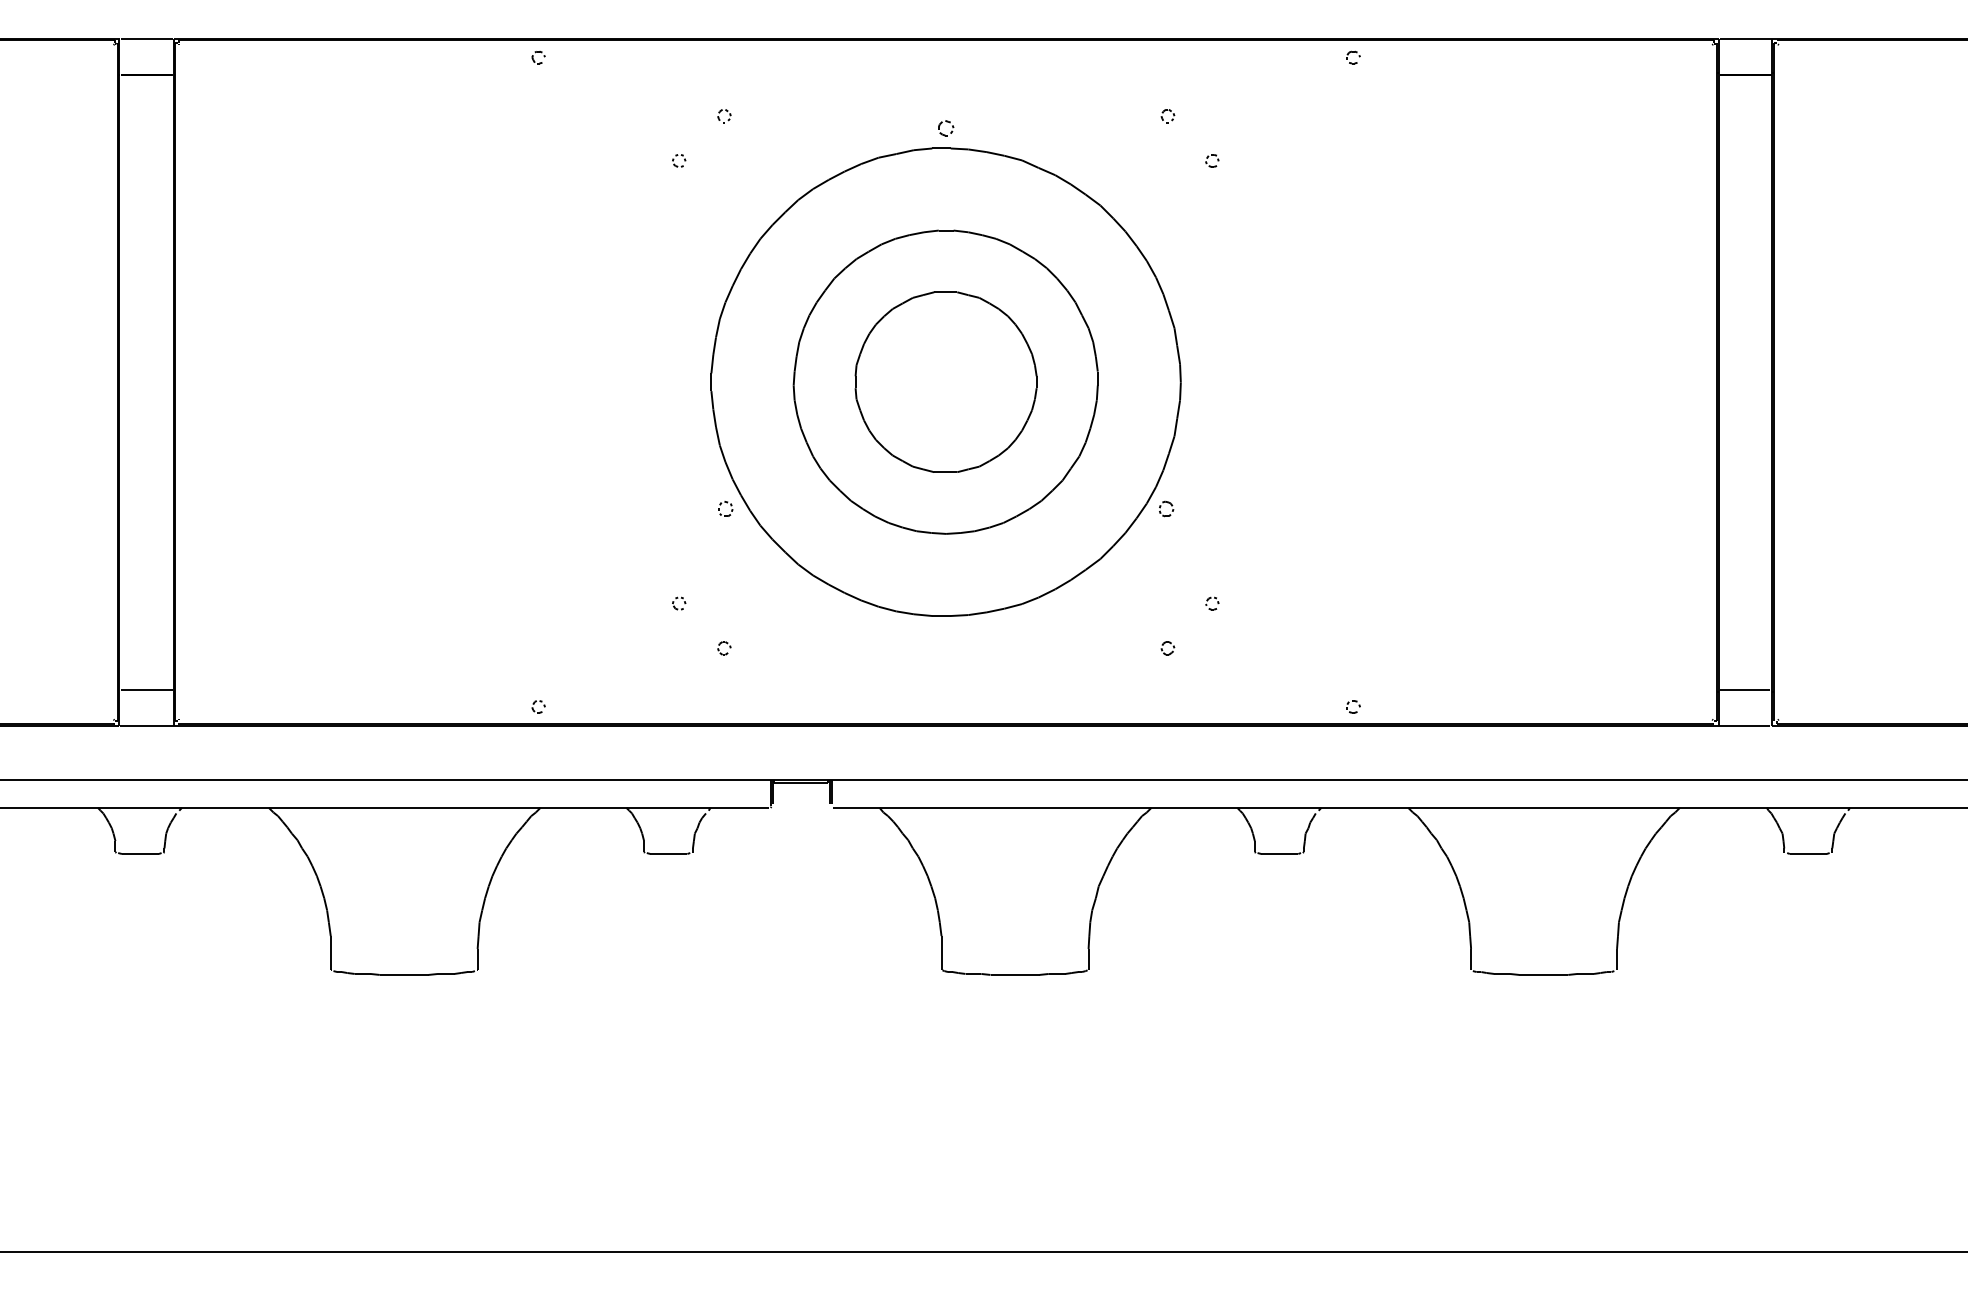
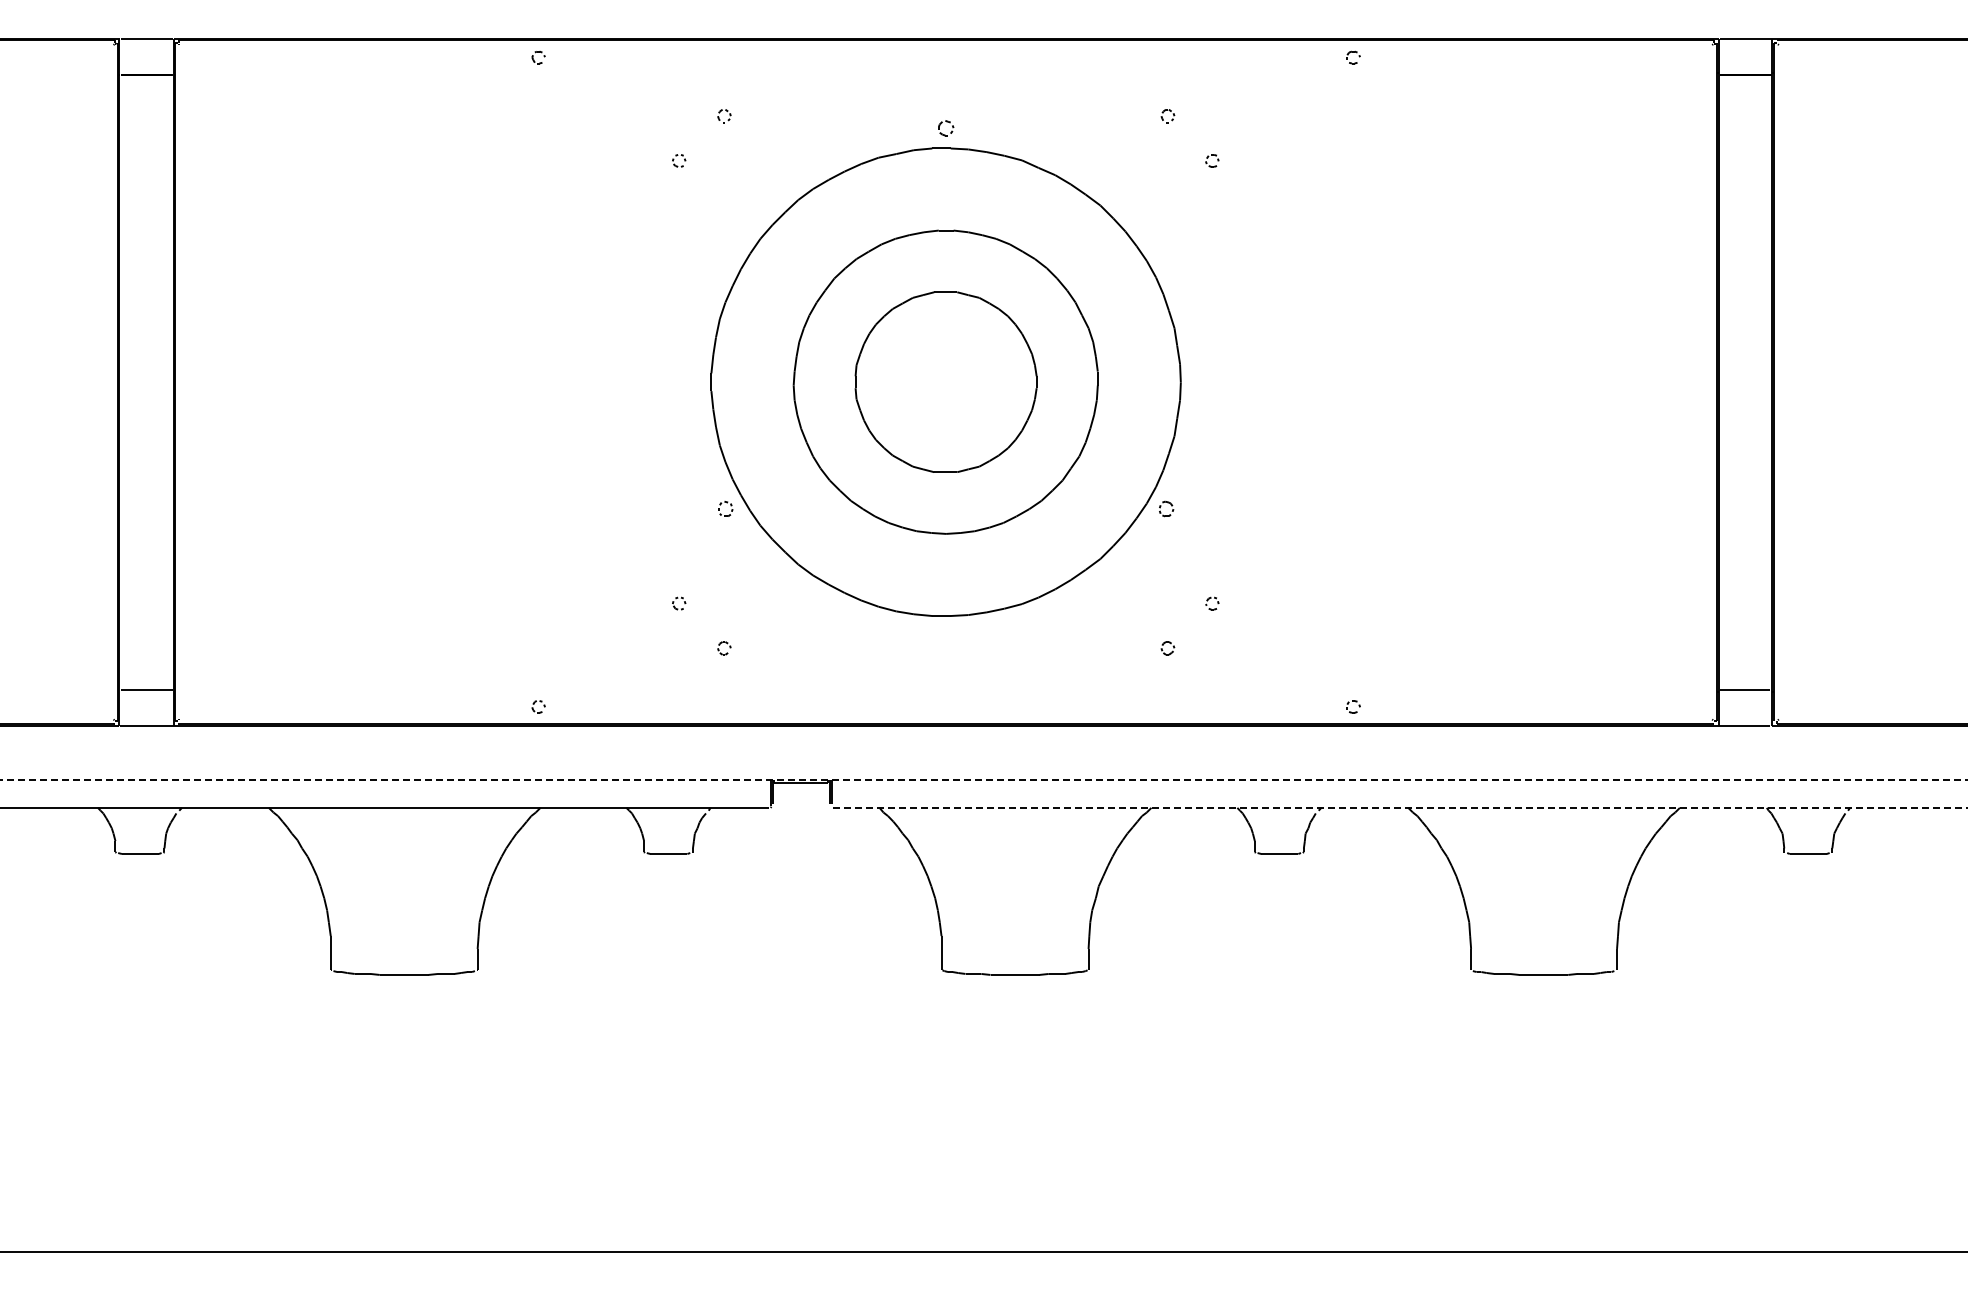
line at (983, 780): solid -> dashed
line at (1400, 807): solid -> dashed
